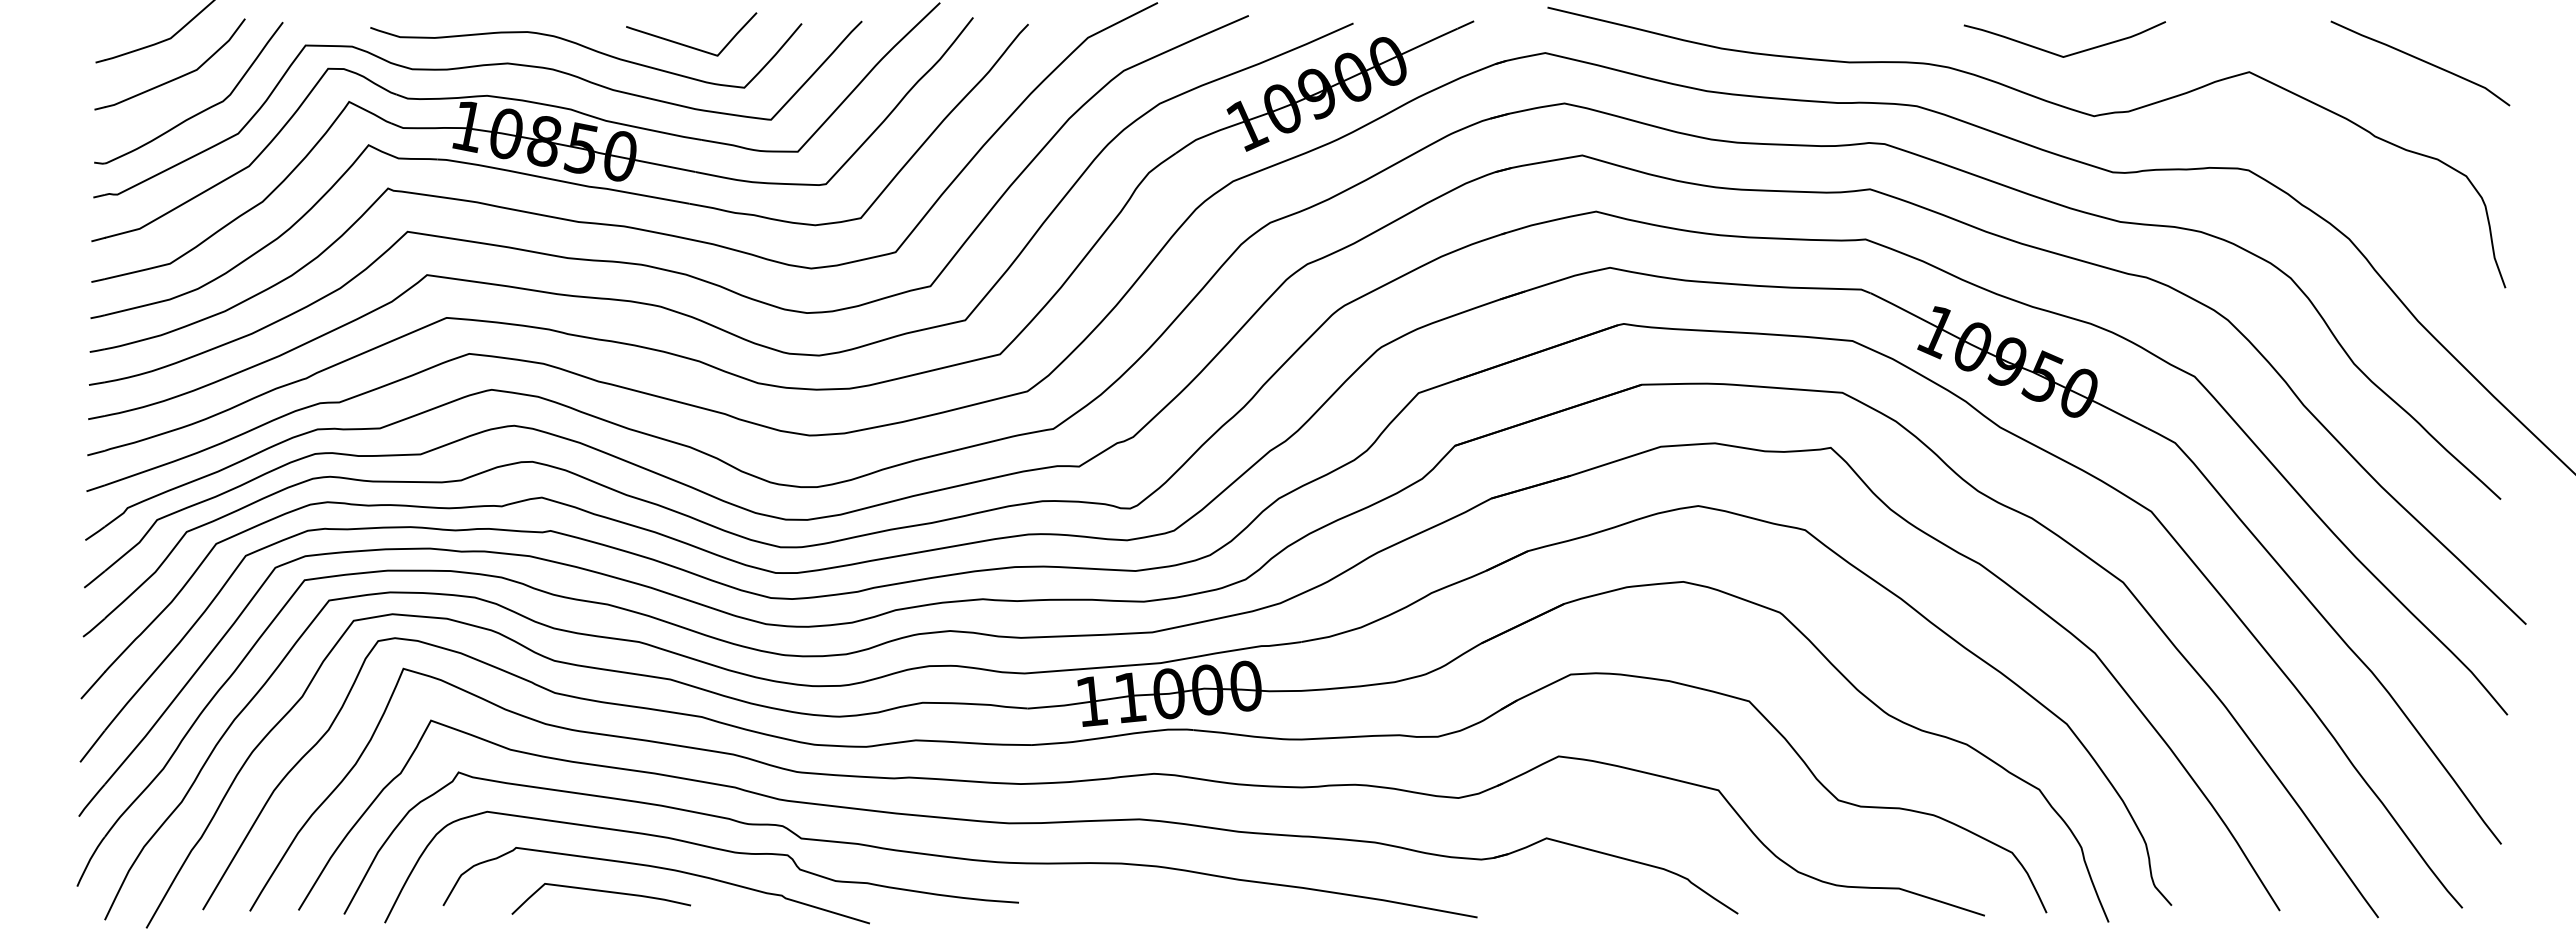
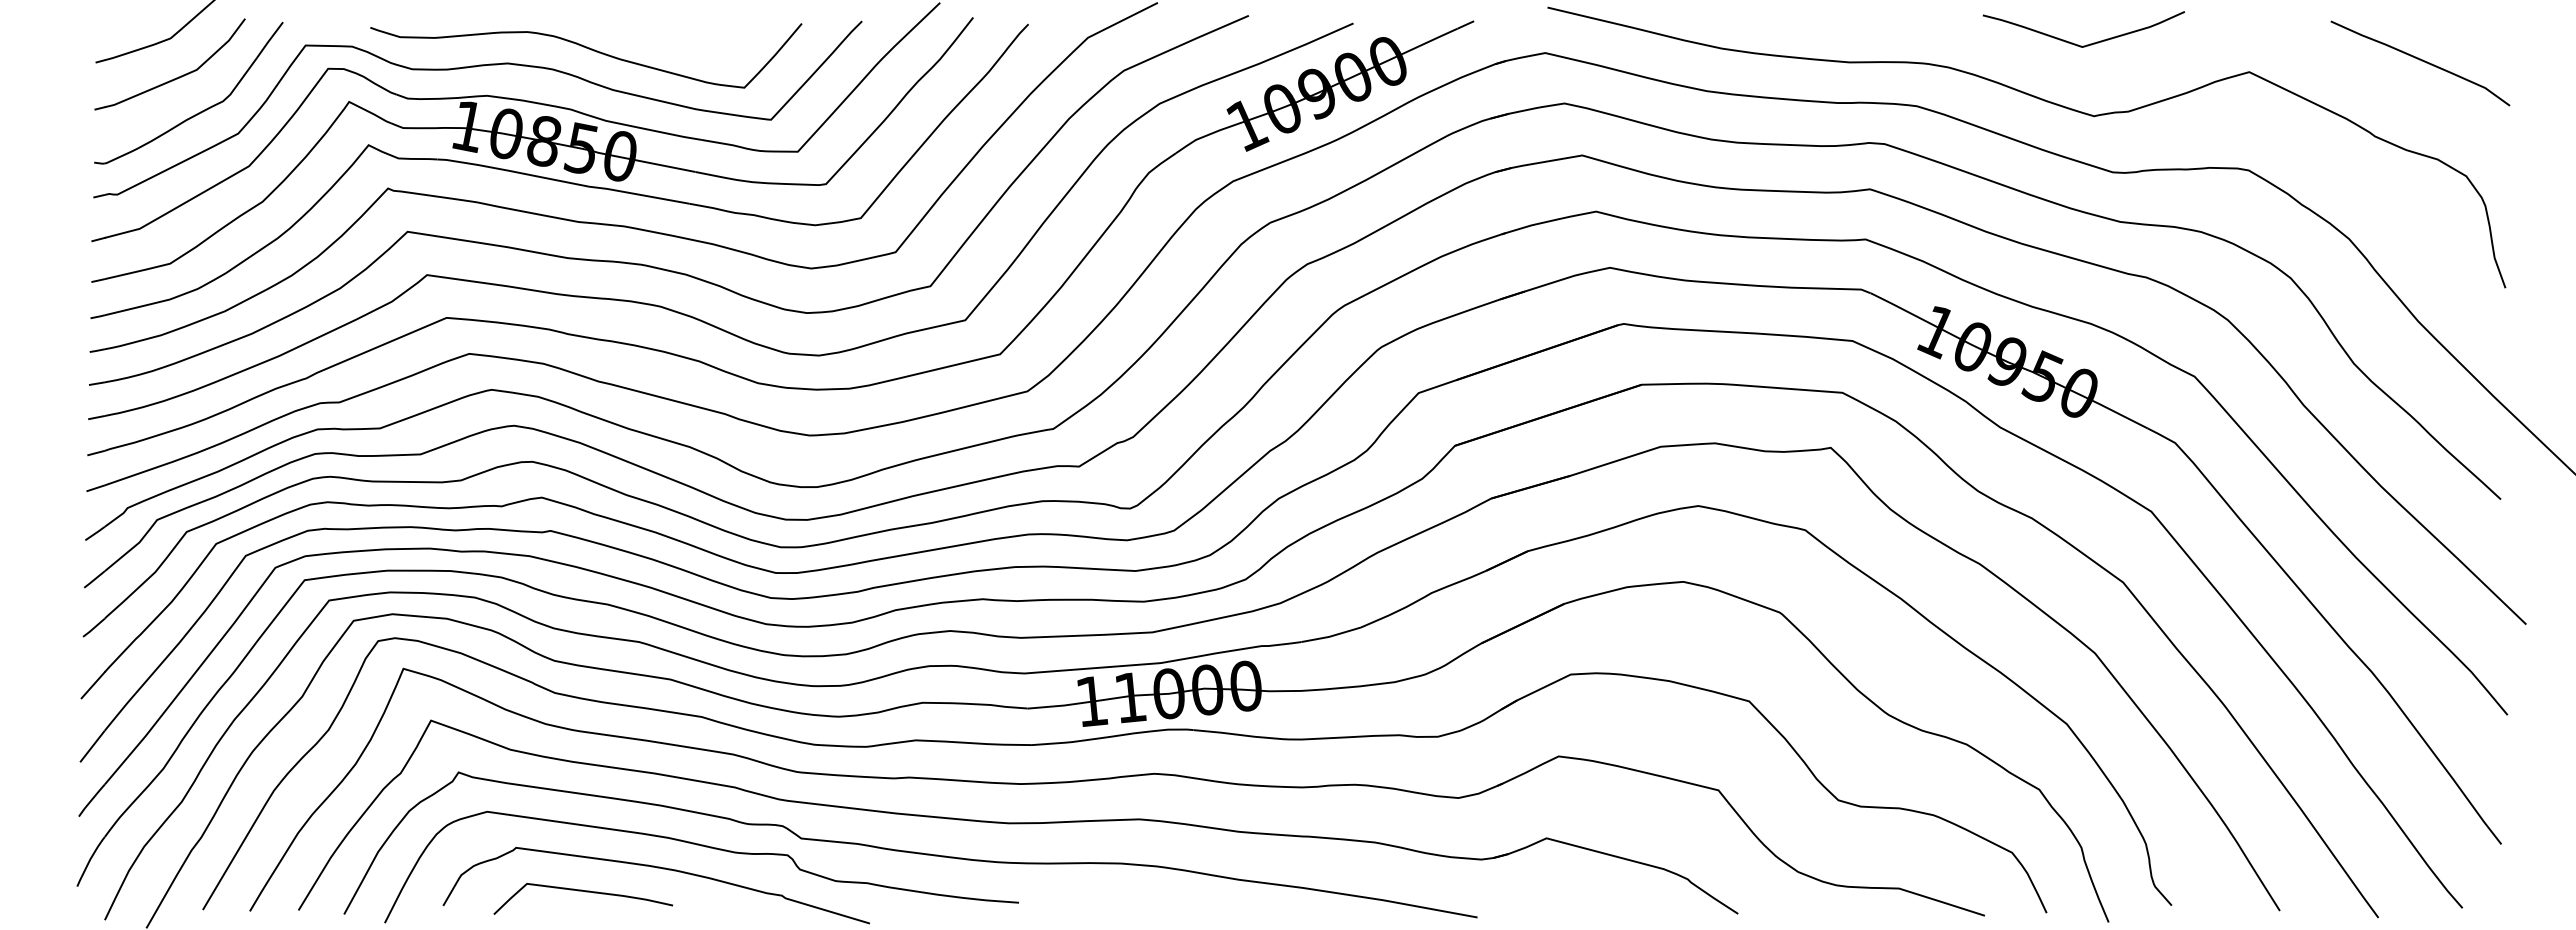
curve at (688, 45): present -> none
curve at (2067, 54) position: (2067, 54) -> (2086, 44)
curve at (603, 892) position: (603, 892) -> (585, 892)
